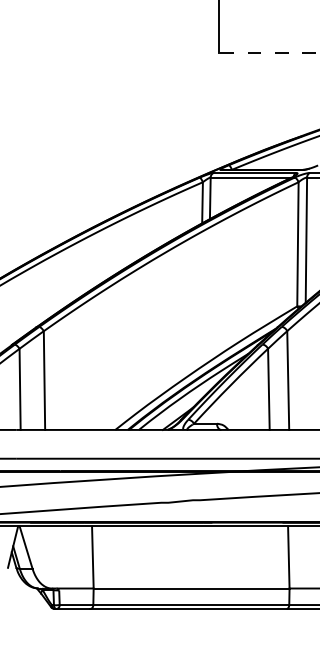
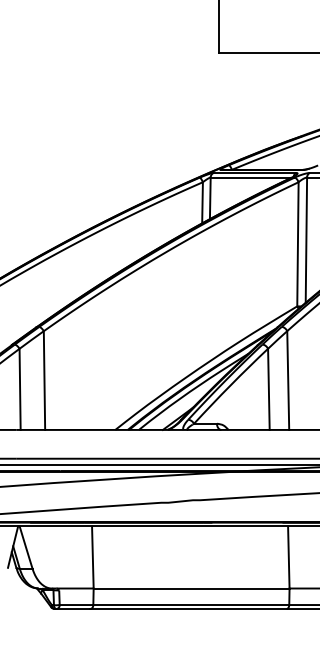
line at (268, 52): dashed -> solid
line at (159, 464): none -> present
